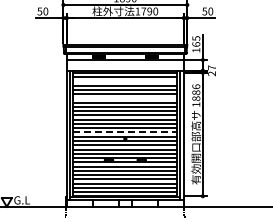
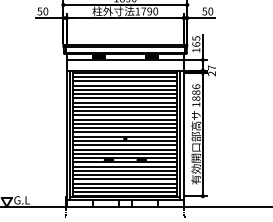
line at (125, 81): none -> present
line at (125, 98): none -> present
line at (125, 132): dashed -> solid
